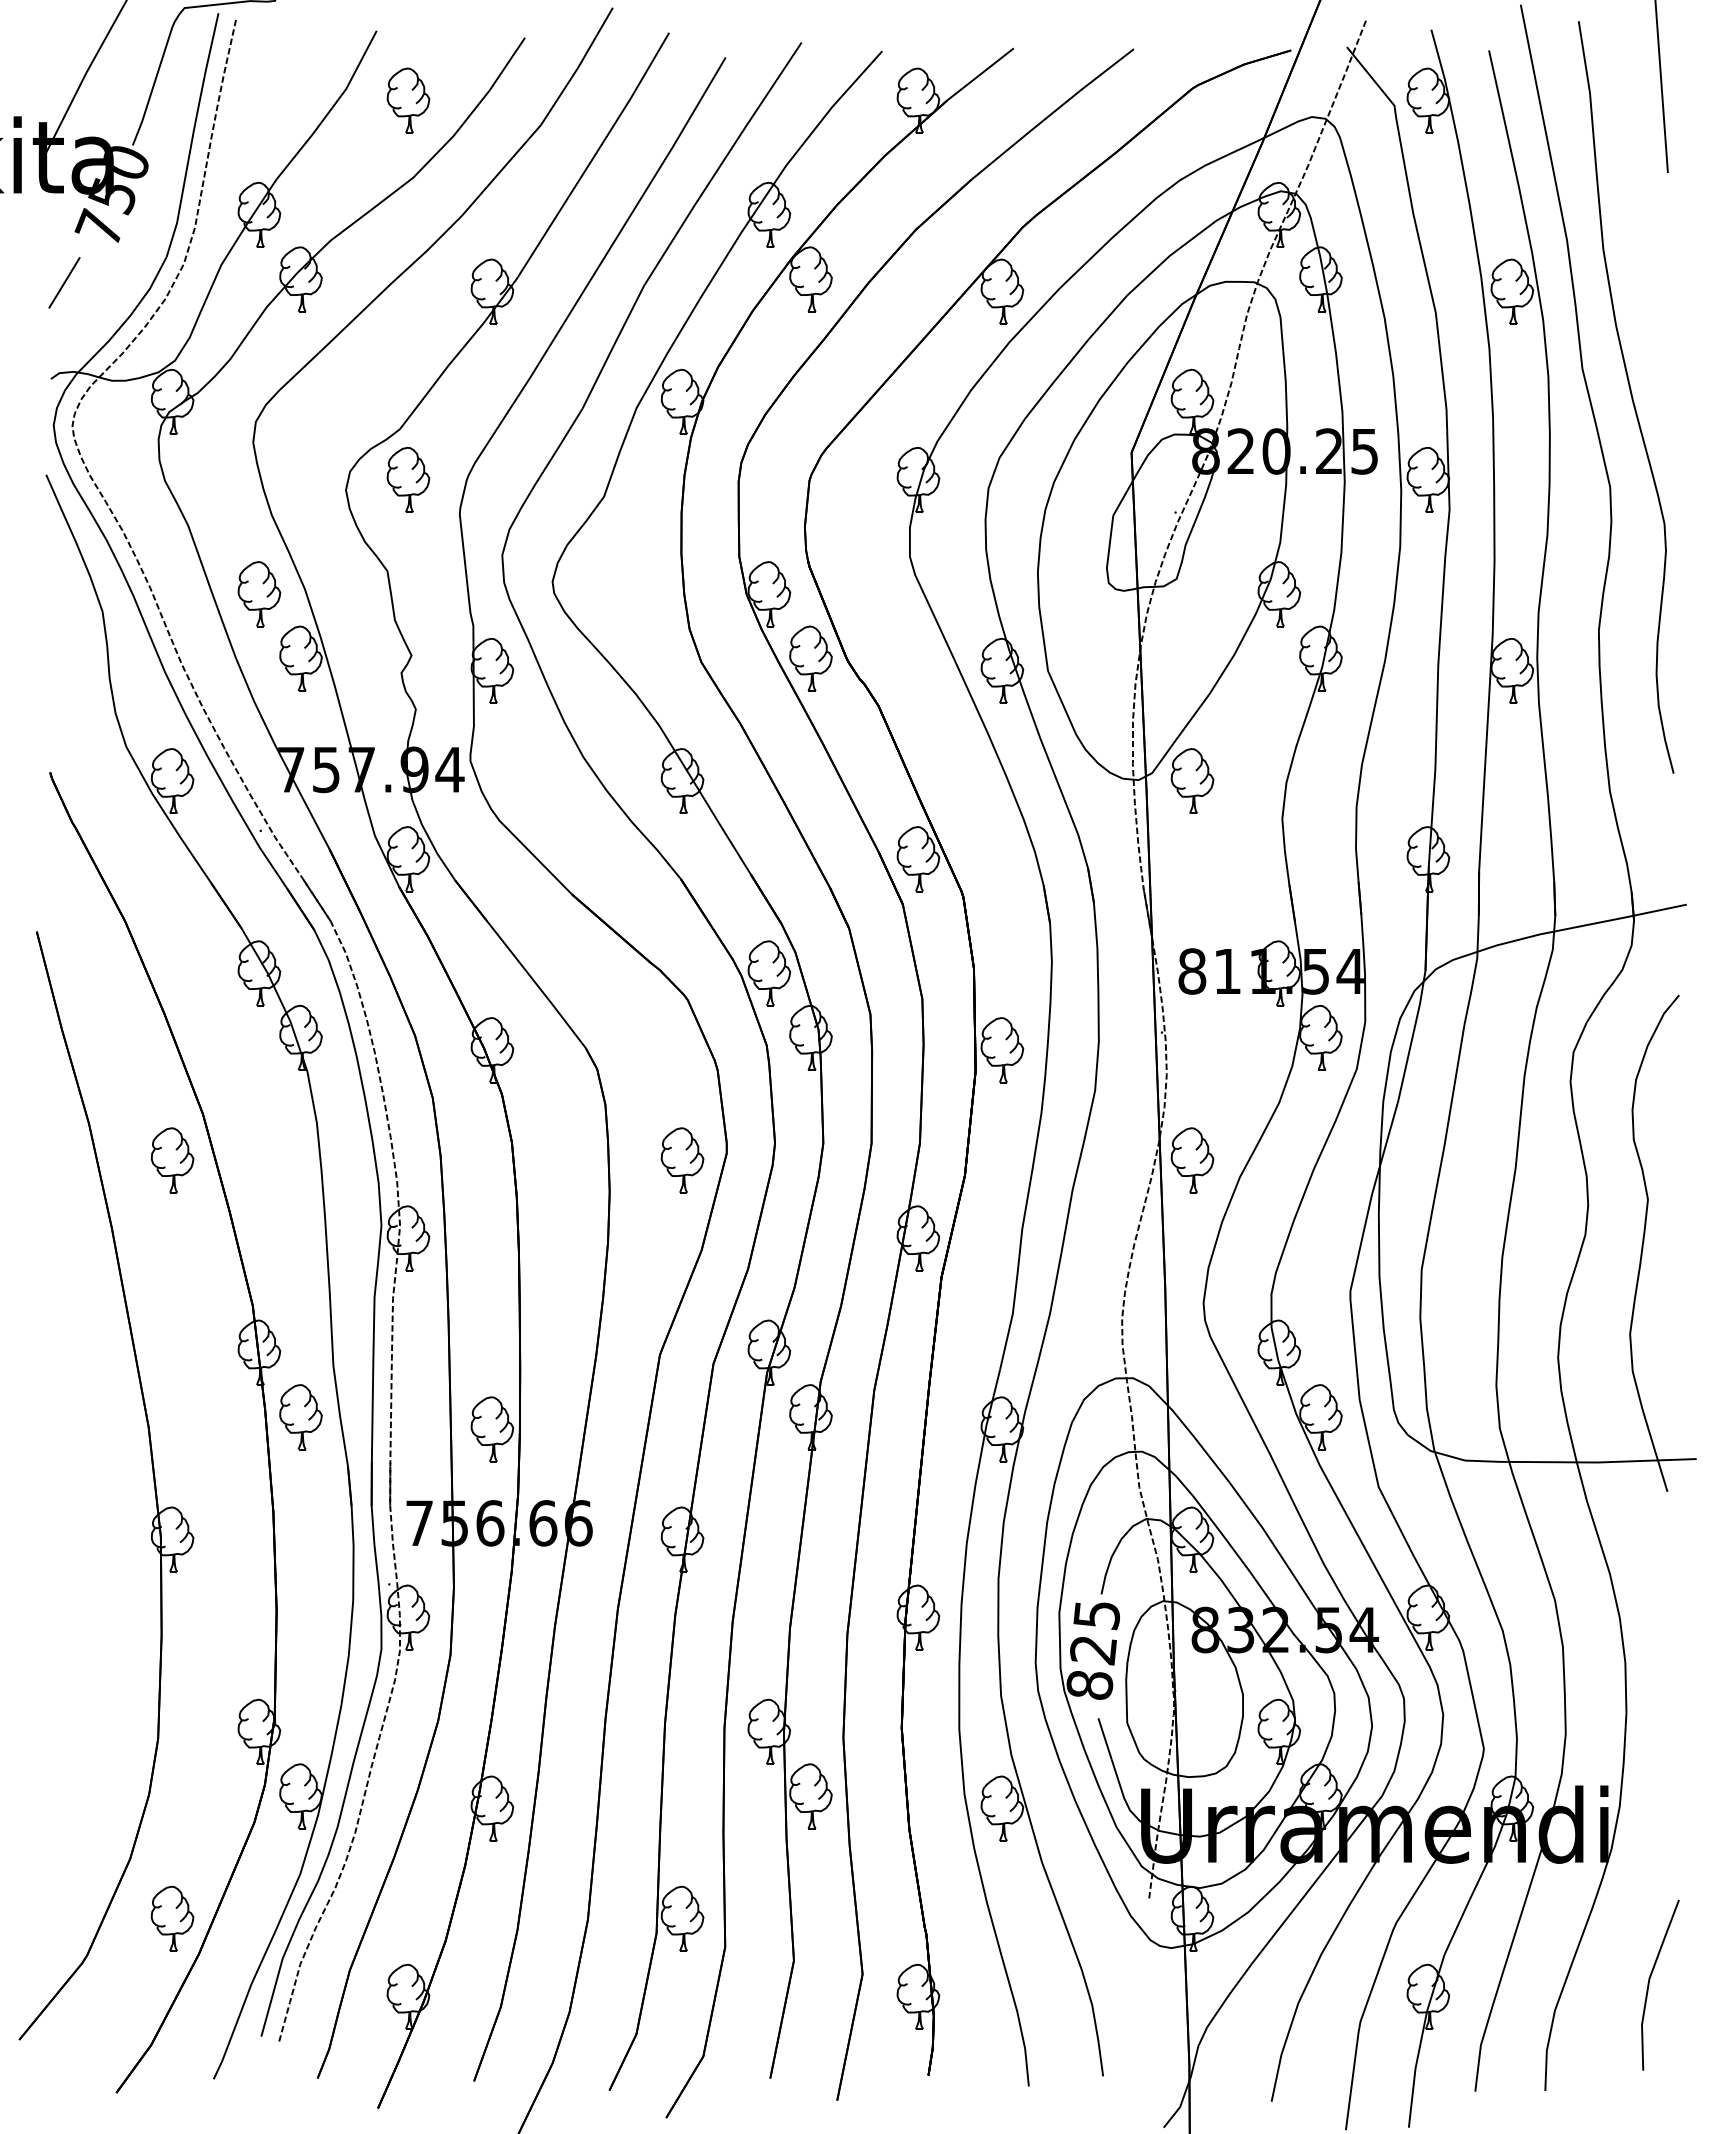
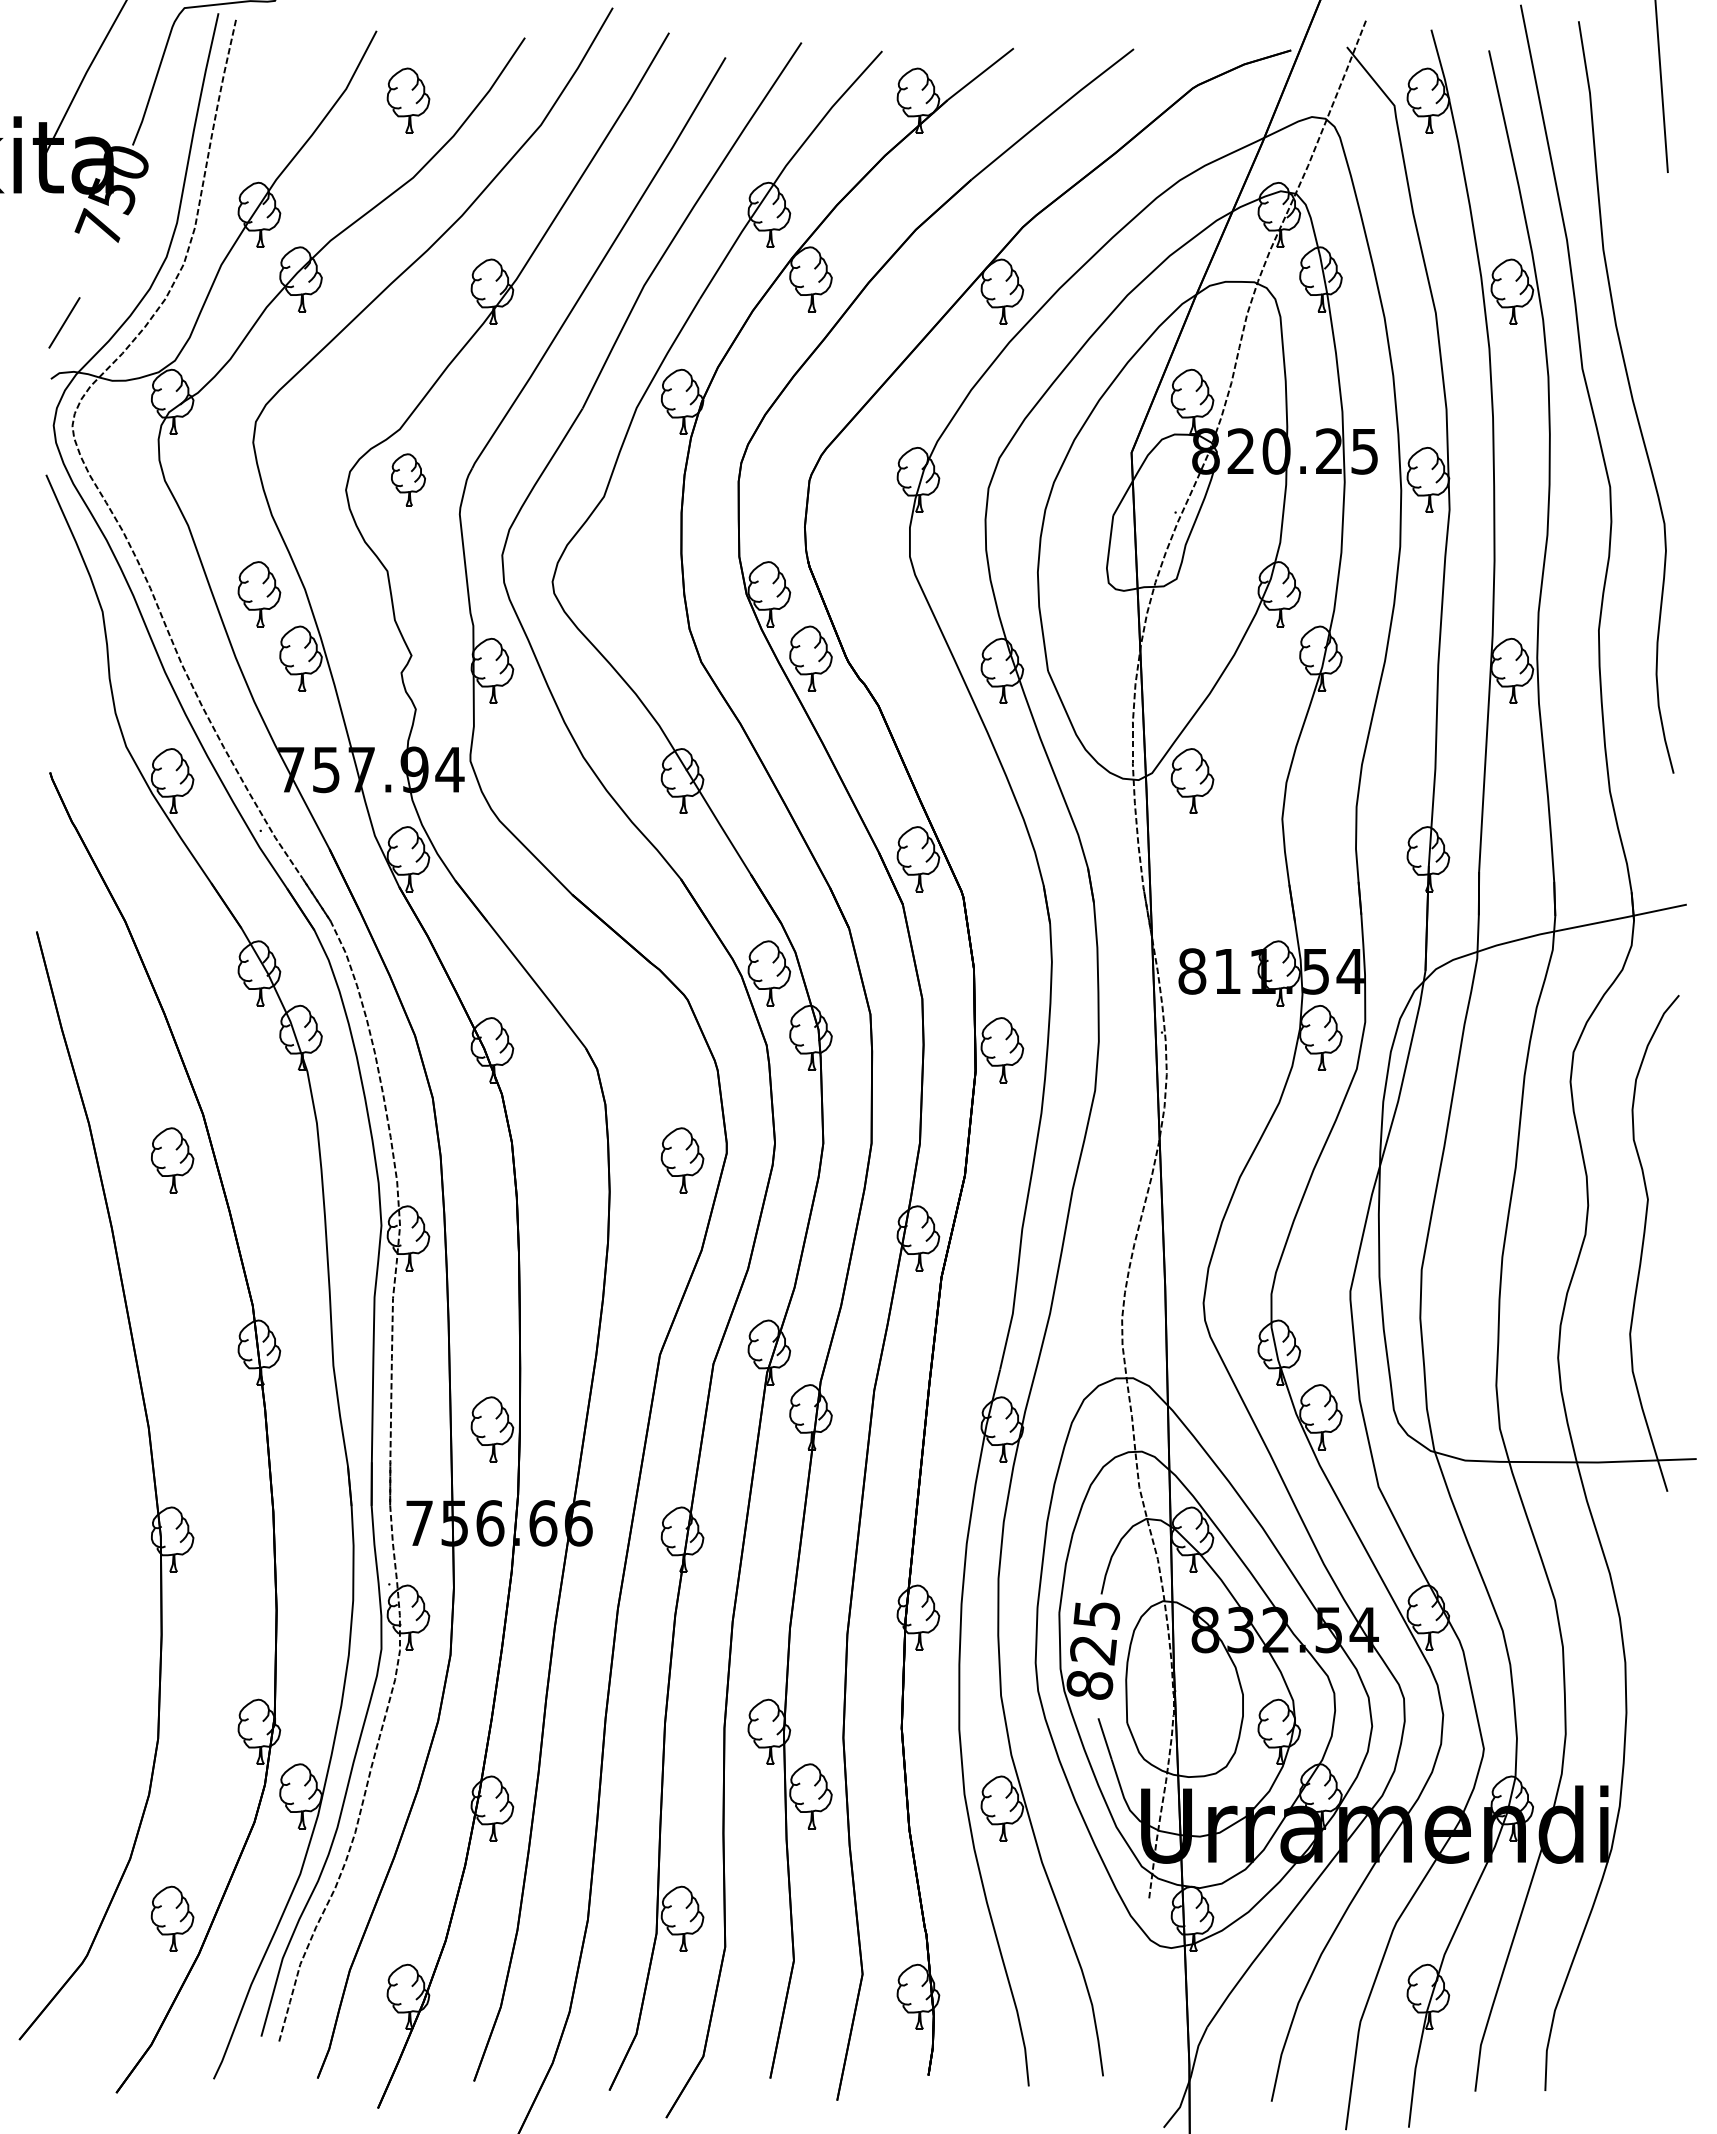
line at (64, 282) position: (64, 282) -> (64, 322)
part at (408, 479) size: 45x66 px -> 35x54 px
part at (1192, 1160): present -> none
part at (300, 1417): present -> none
line at (1650, 1980): present -> none
